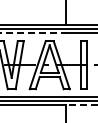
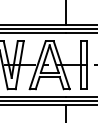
line at (33, 33): dashed -> solid
line at (81, 105): dashed -> solid
